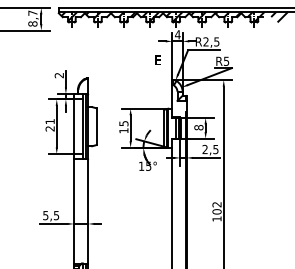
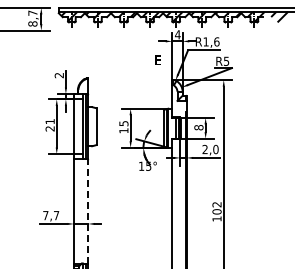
text at (211, 41): R2,5 -> R1,6
text at (215, 149): 2,5 -> 2,0
line at (88, 210): solid -> dashed
text at (51, 215): 5,5 -> 7,7
